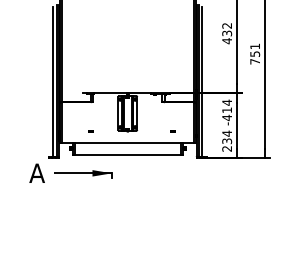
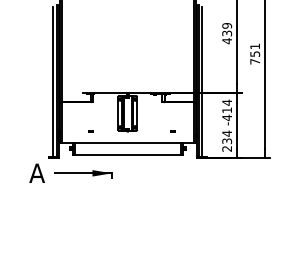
text at (227, 25): 432 -> 439
